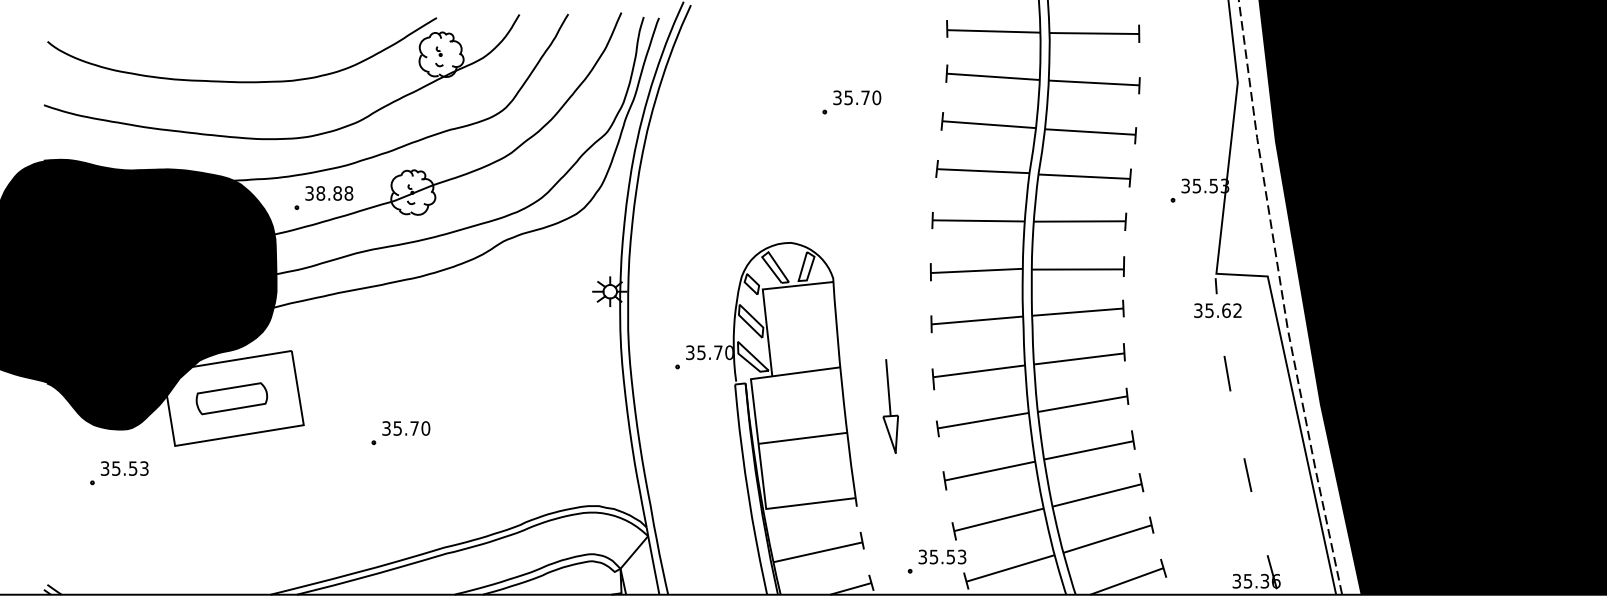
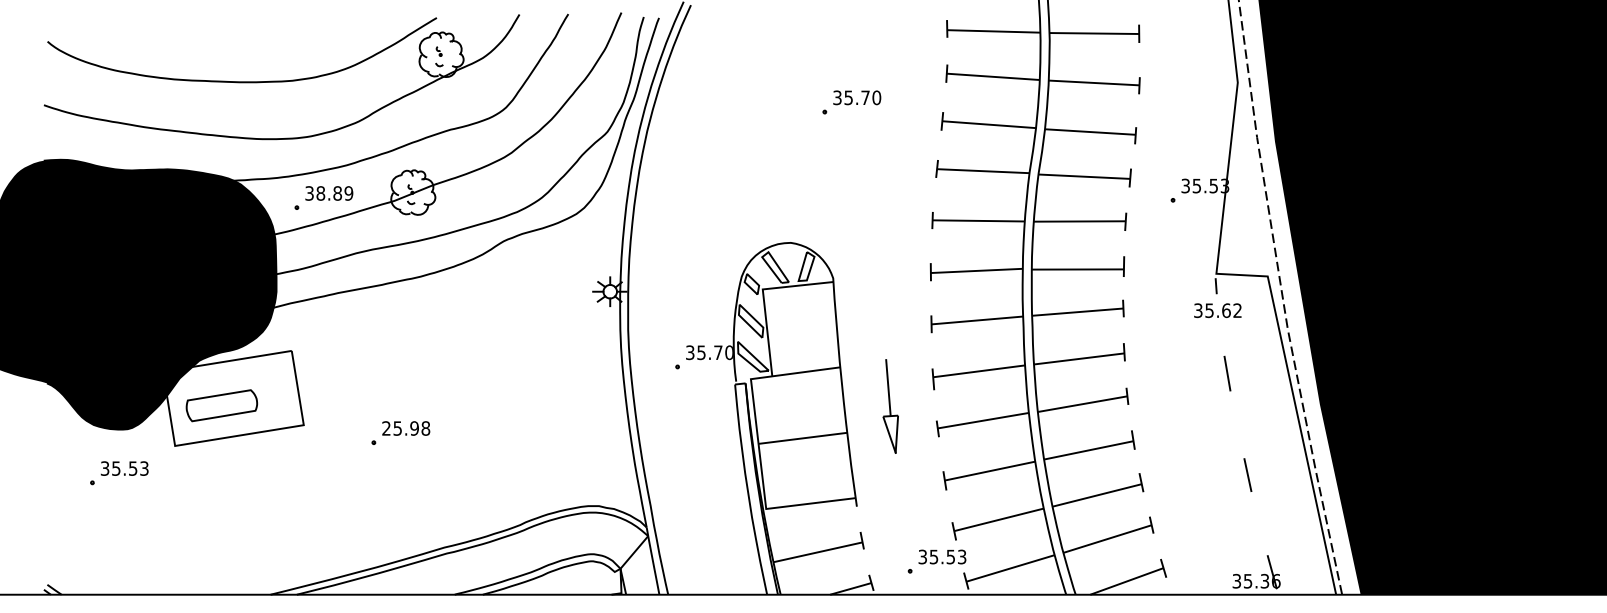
text at (348, 193): 38.88 -> 38.89
part at (231, 398) position: (231, 398) -> (221, 405)
text at (406, 428): 35.70 -> 25.98
